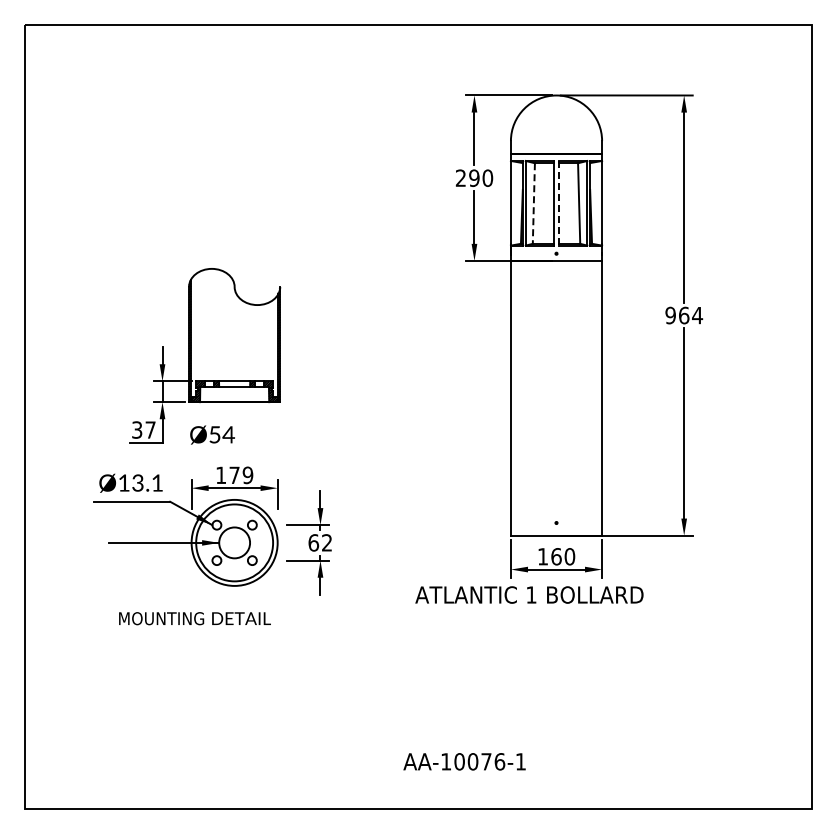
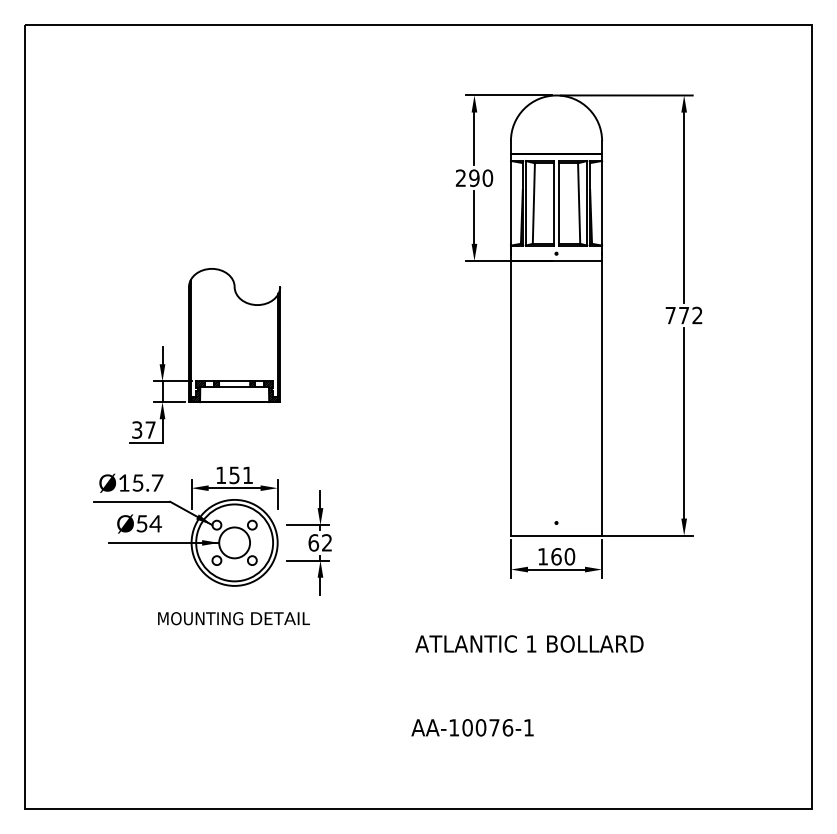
line at (558, 203): dashed -> solid
line at (533, 204): dashed -> solid
text at (684, 315): 964 -> 772
text at (212, 434) position: (212, 434) -> (139, 523)
text at (241, 475): 179 -> 151
text at (147, 482): Ø13.1 -> Ø15.7
text at (529, 594) position: (529, 594) -> (529, 643)
text at (194, 618) position: (194, 618) -> (233, 618)
text at (464, 761) position: (464, 761) -> (472, 727)
